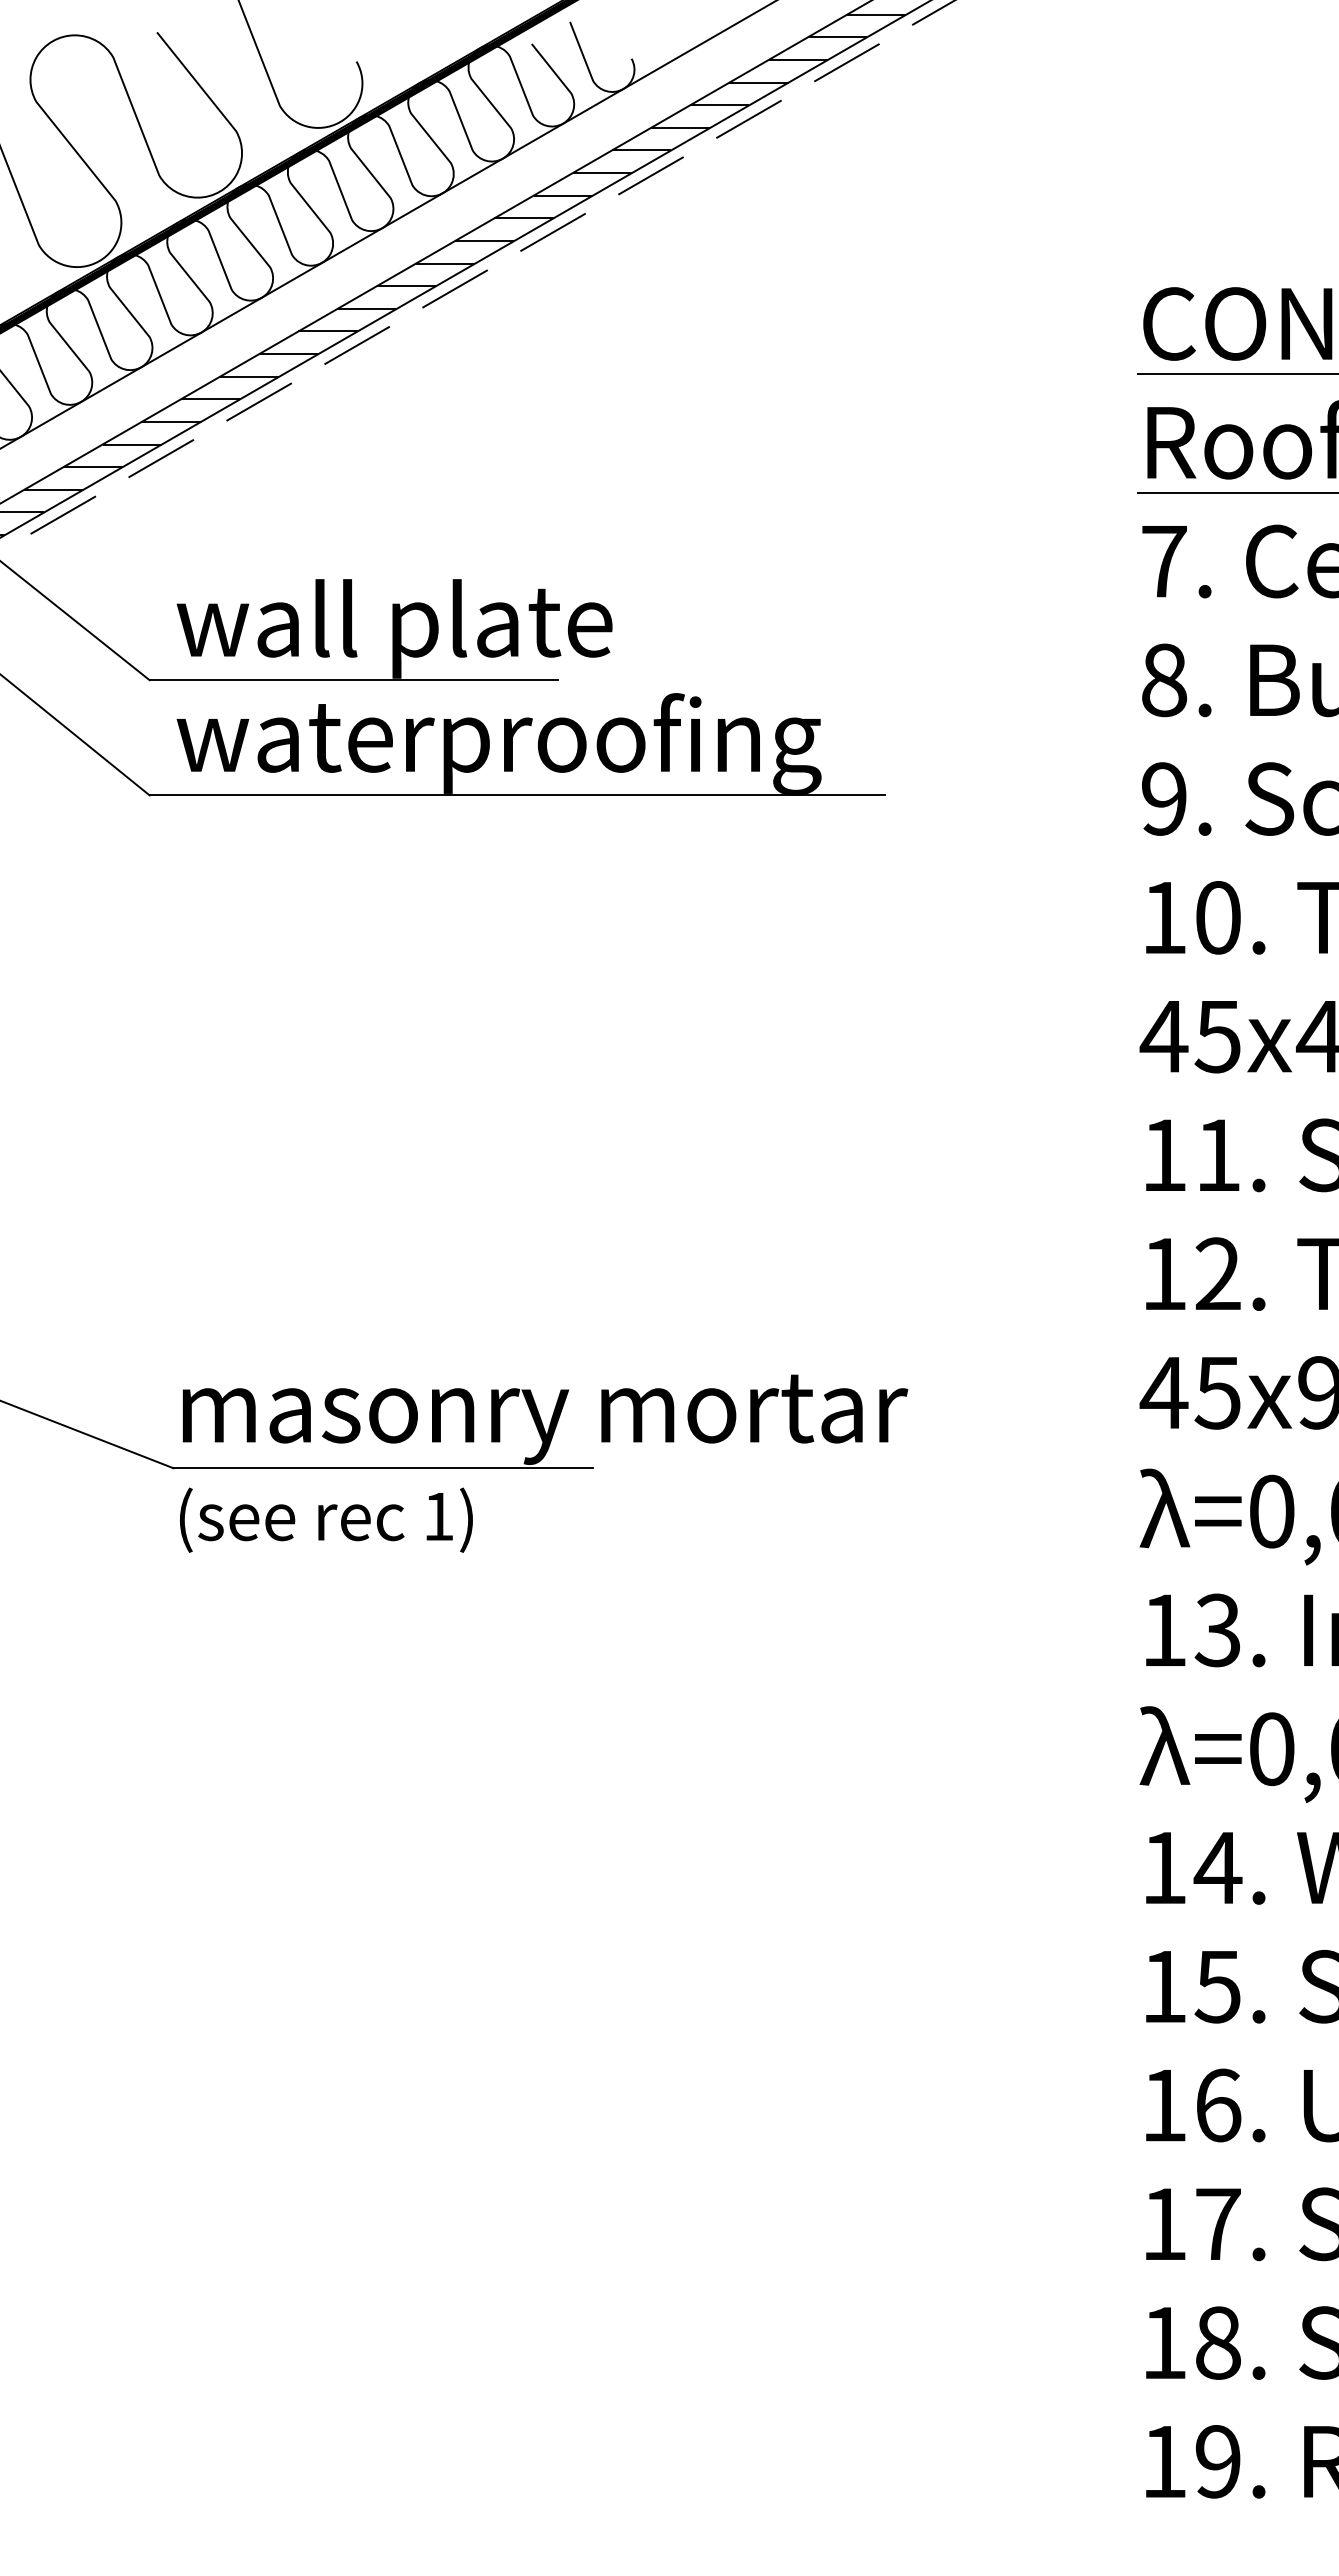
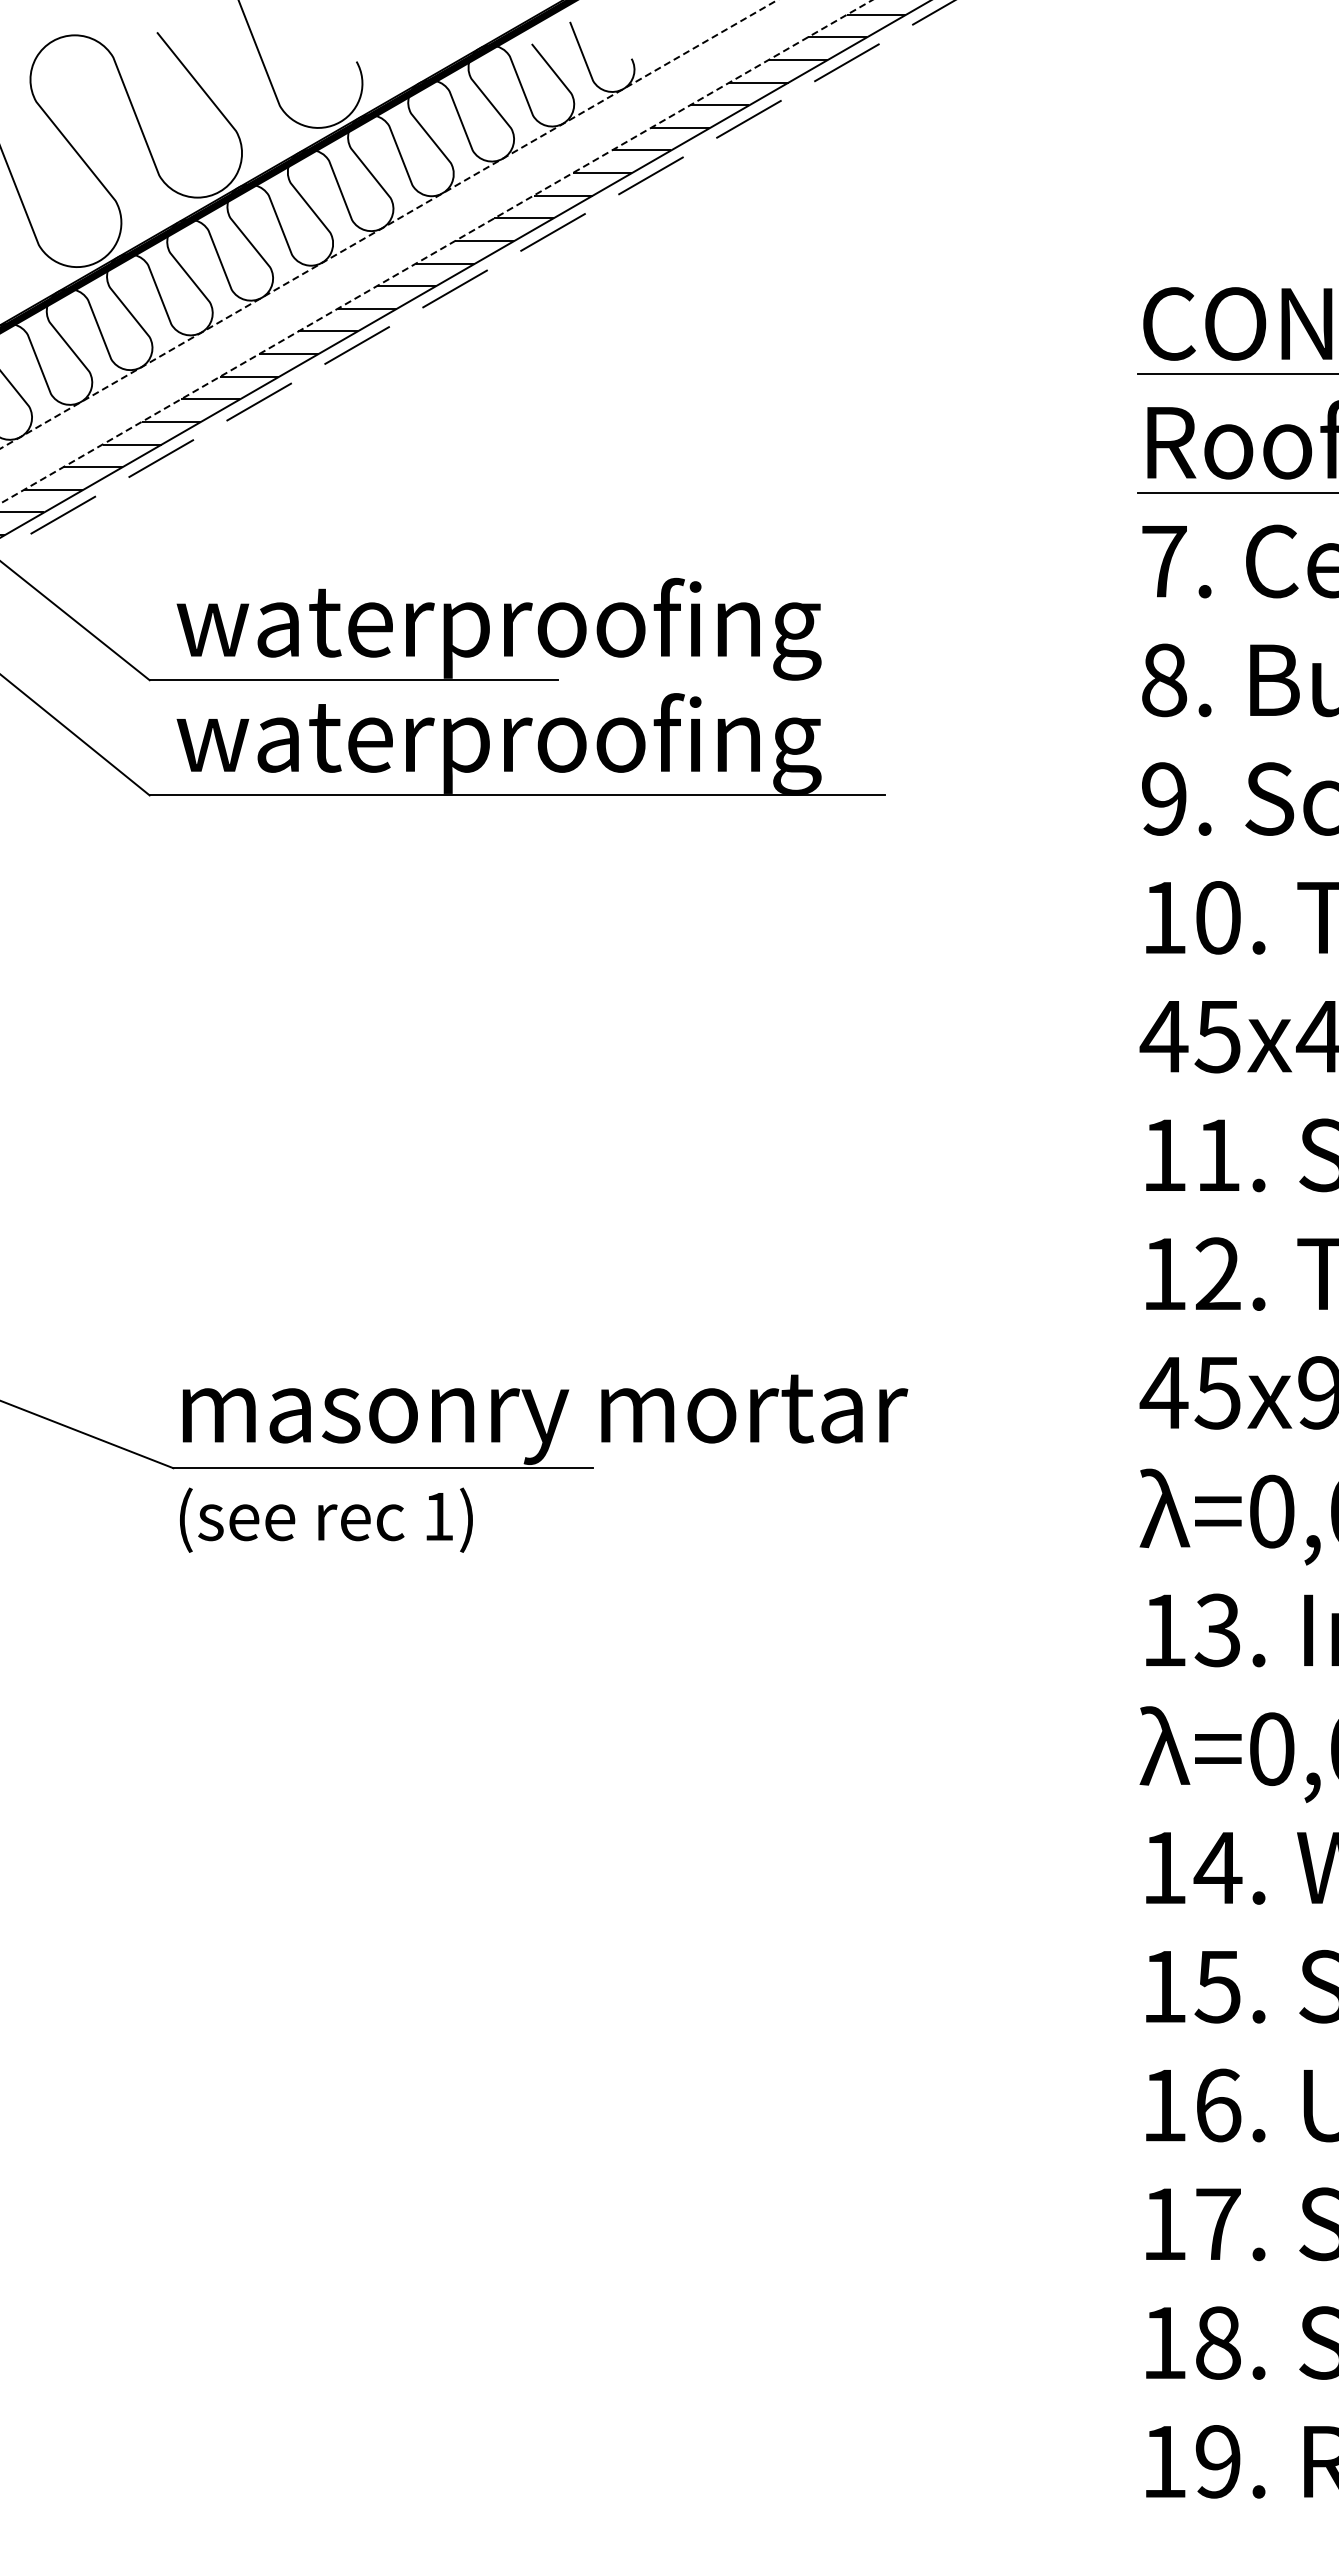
line at (388, 224): solid -> dashed
line at (436, 251): solid -> dashed
text at (565, 628): wall plate -> waterproofing
